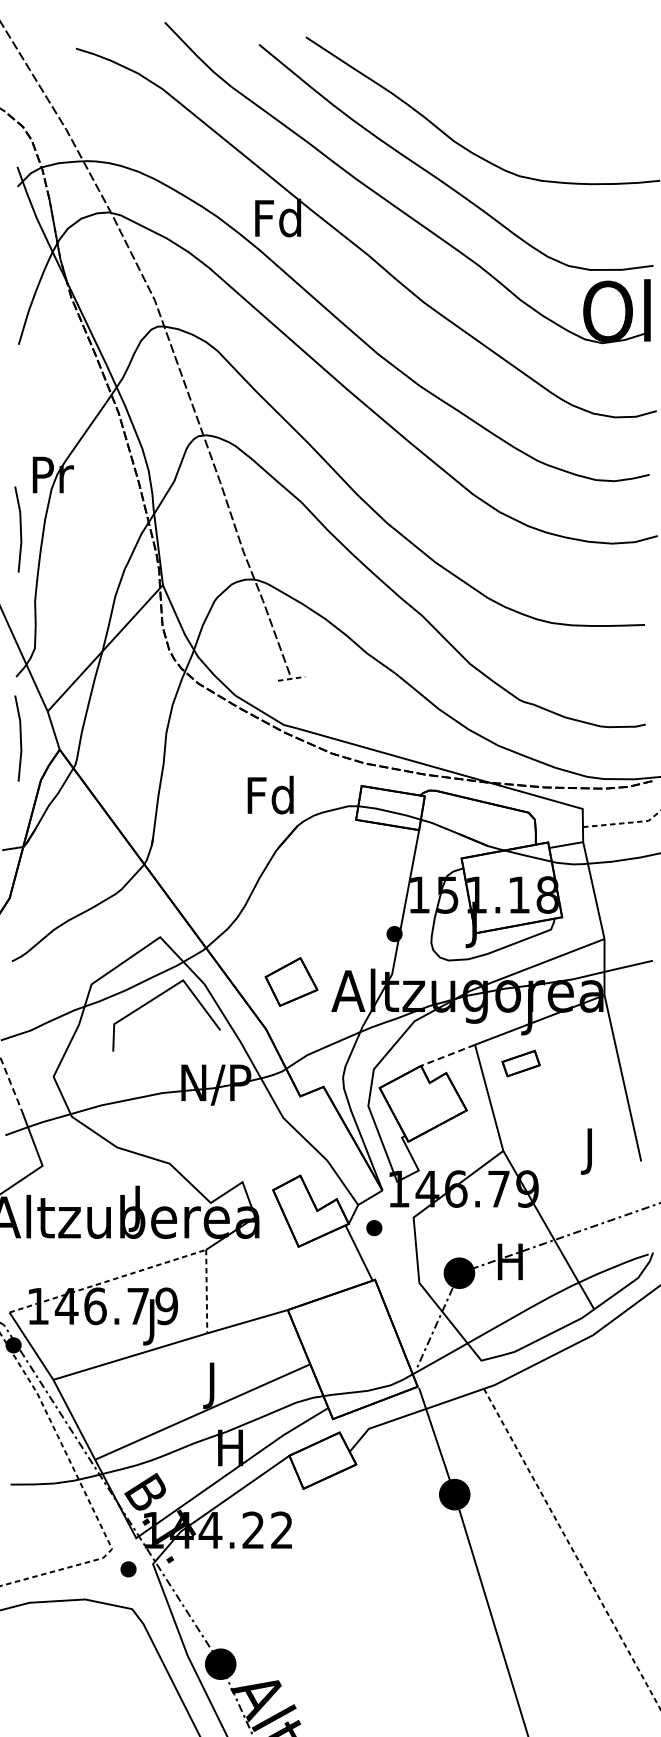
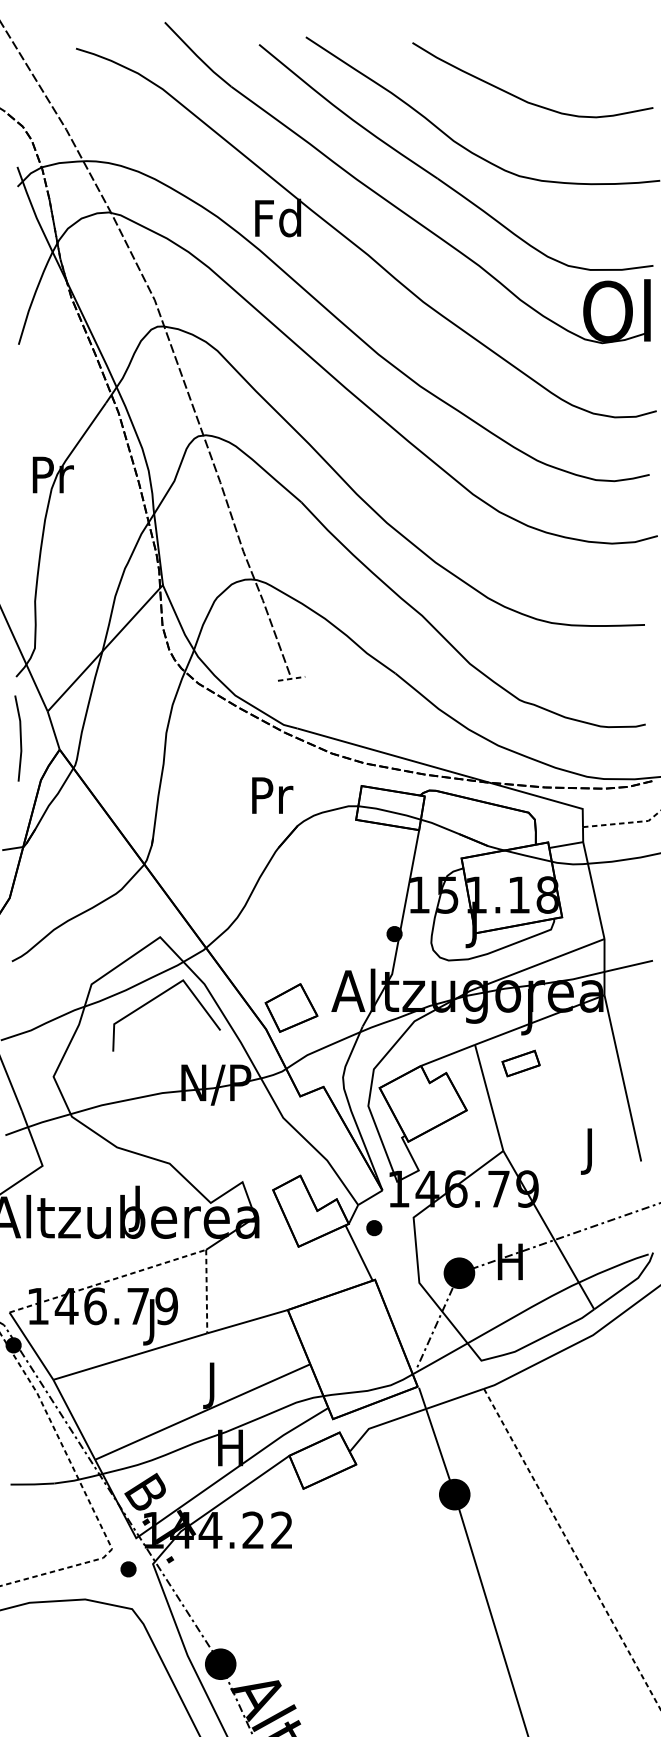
curve at (522, 98): none -> present
line at (20, 529): present -> none
text at (270, 794): Fd -> Pr
part at (291, 981) position: (291, 981) -> (291, 1007)
line at (448, 1055): dashed -> solid
line at (11, 1084): dashed -> solid
